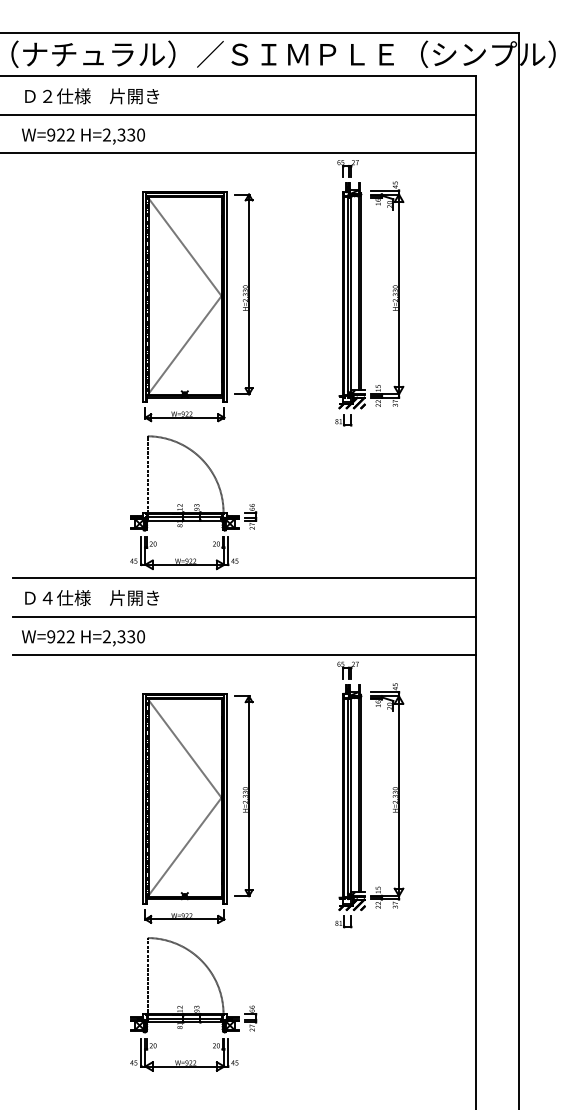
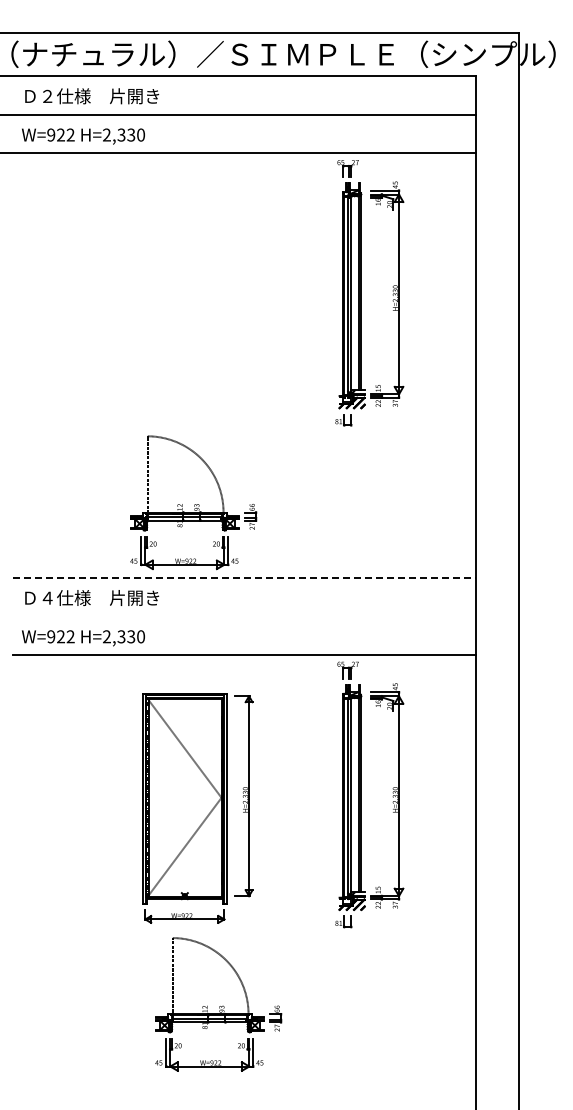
part at (197, 306): present -> none
line at (244, 577): solid -> dashed
line at (243, 616): present -> none
part at (193, 1004) position: (193, 1004) -> (218, 1004)
